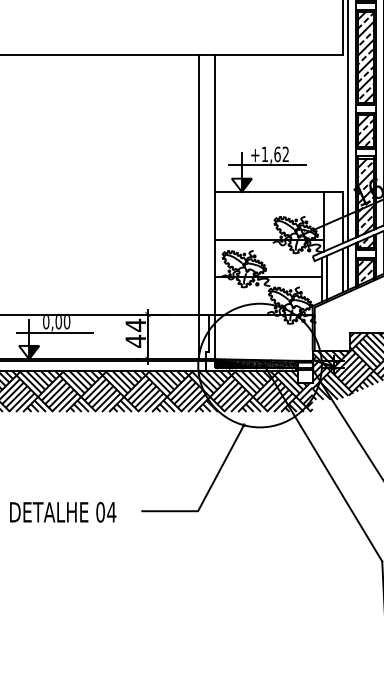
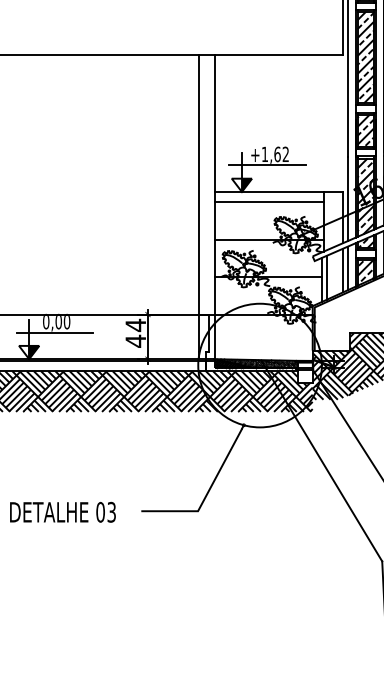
line at (268, 202): none -> present
text at (111, 511): 04 -> 03
